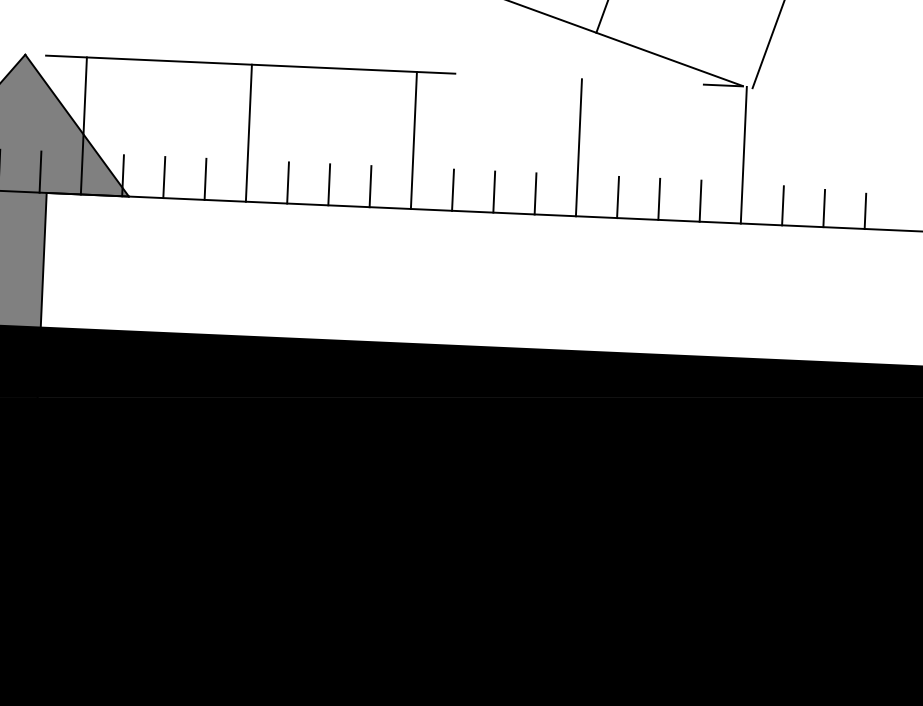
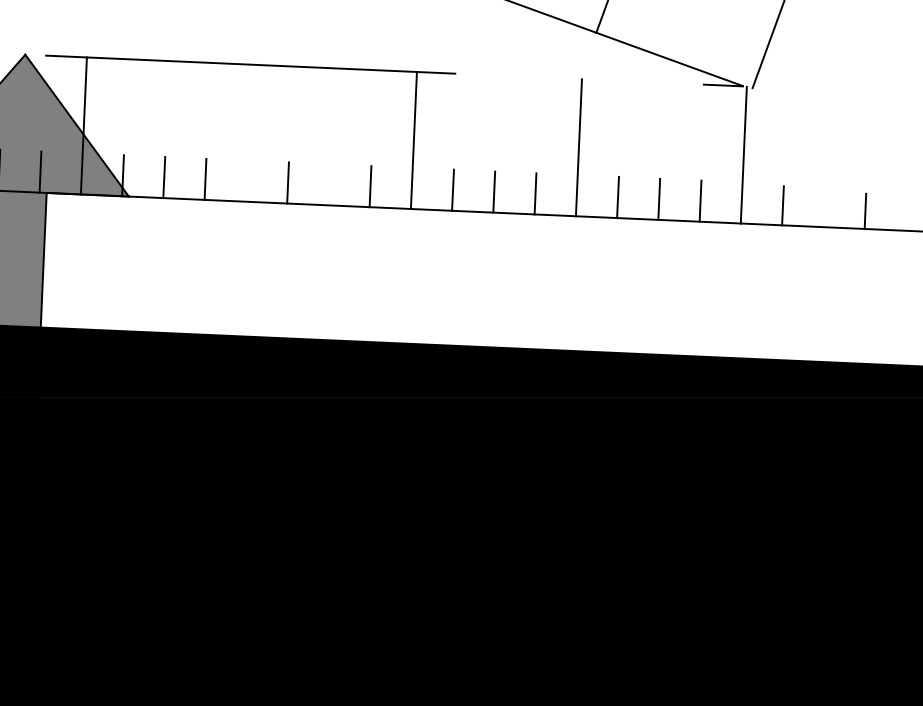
line at (248, 132): present -> none
line at (329, 184): present -> none
line at (824, 208): present -> none
